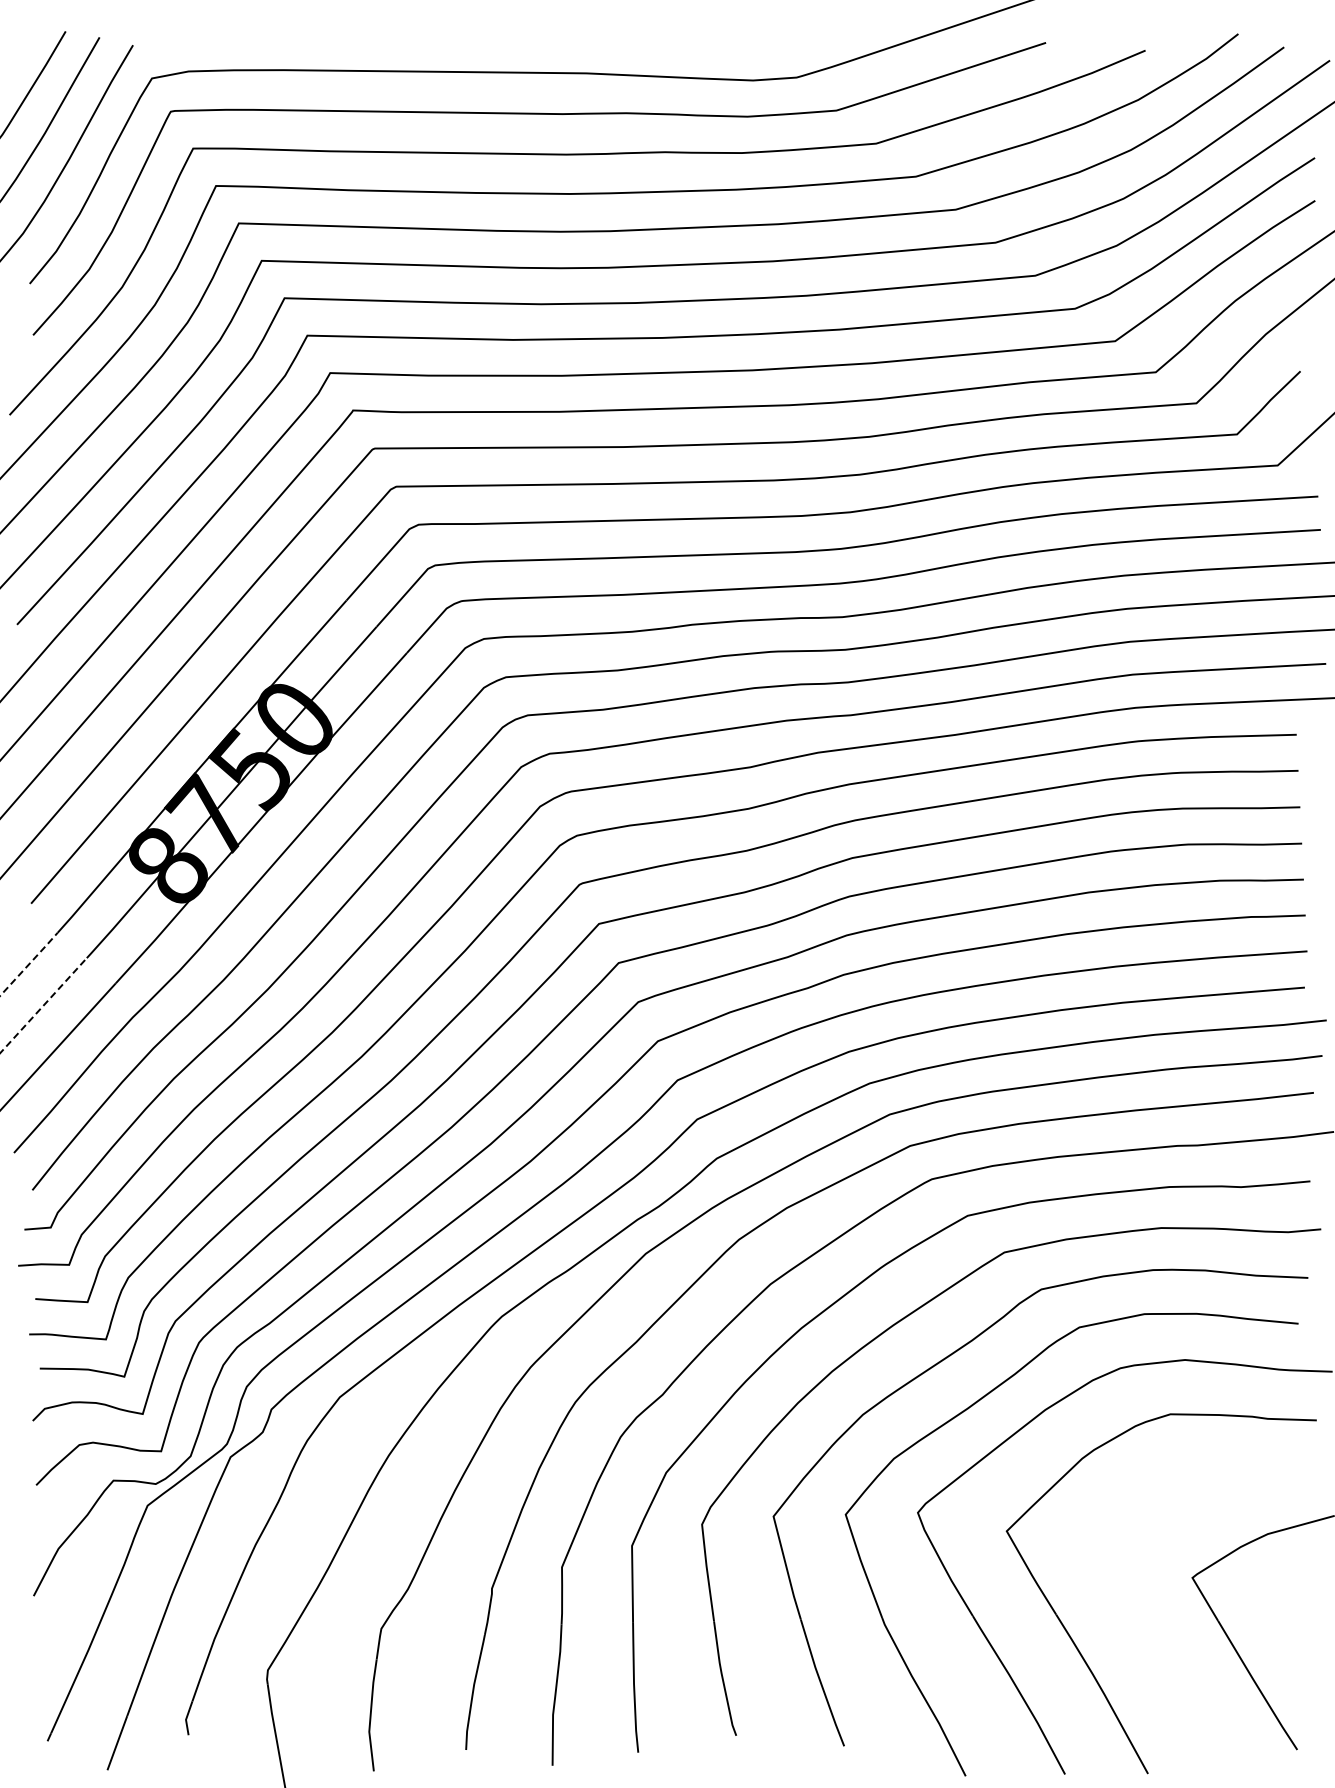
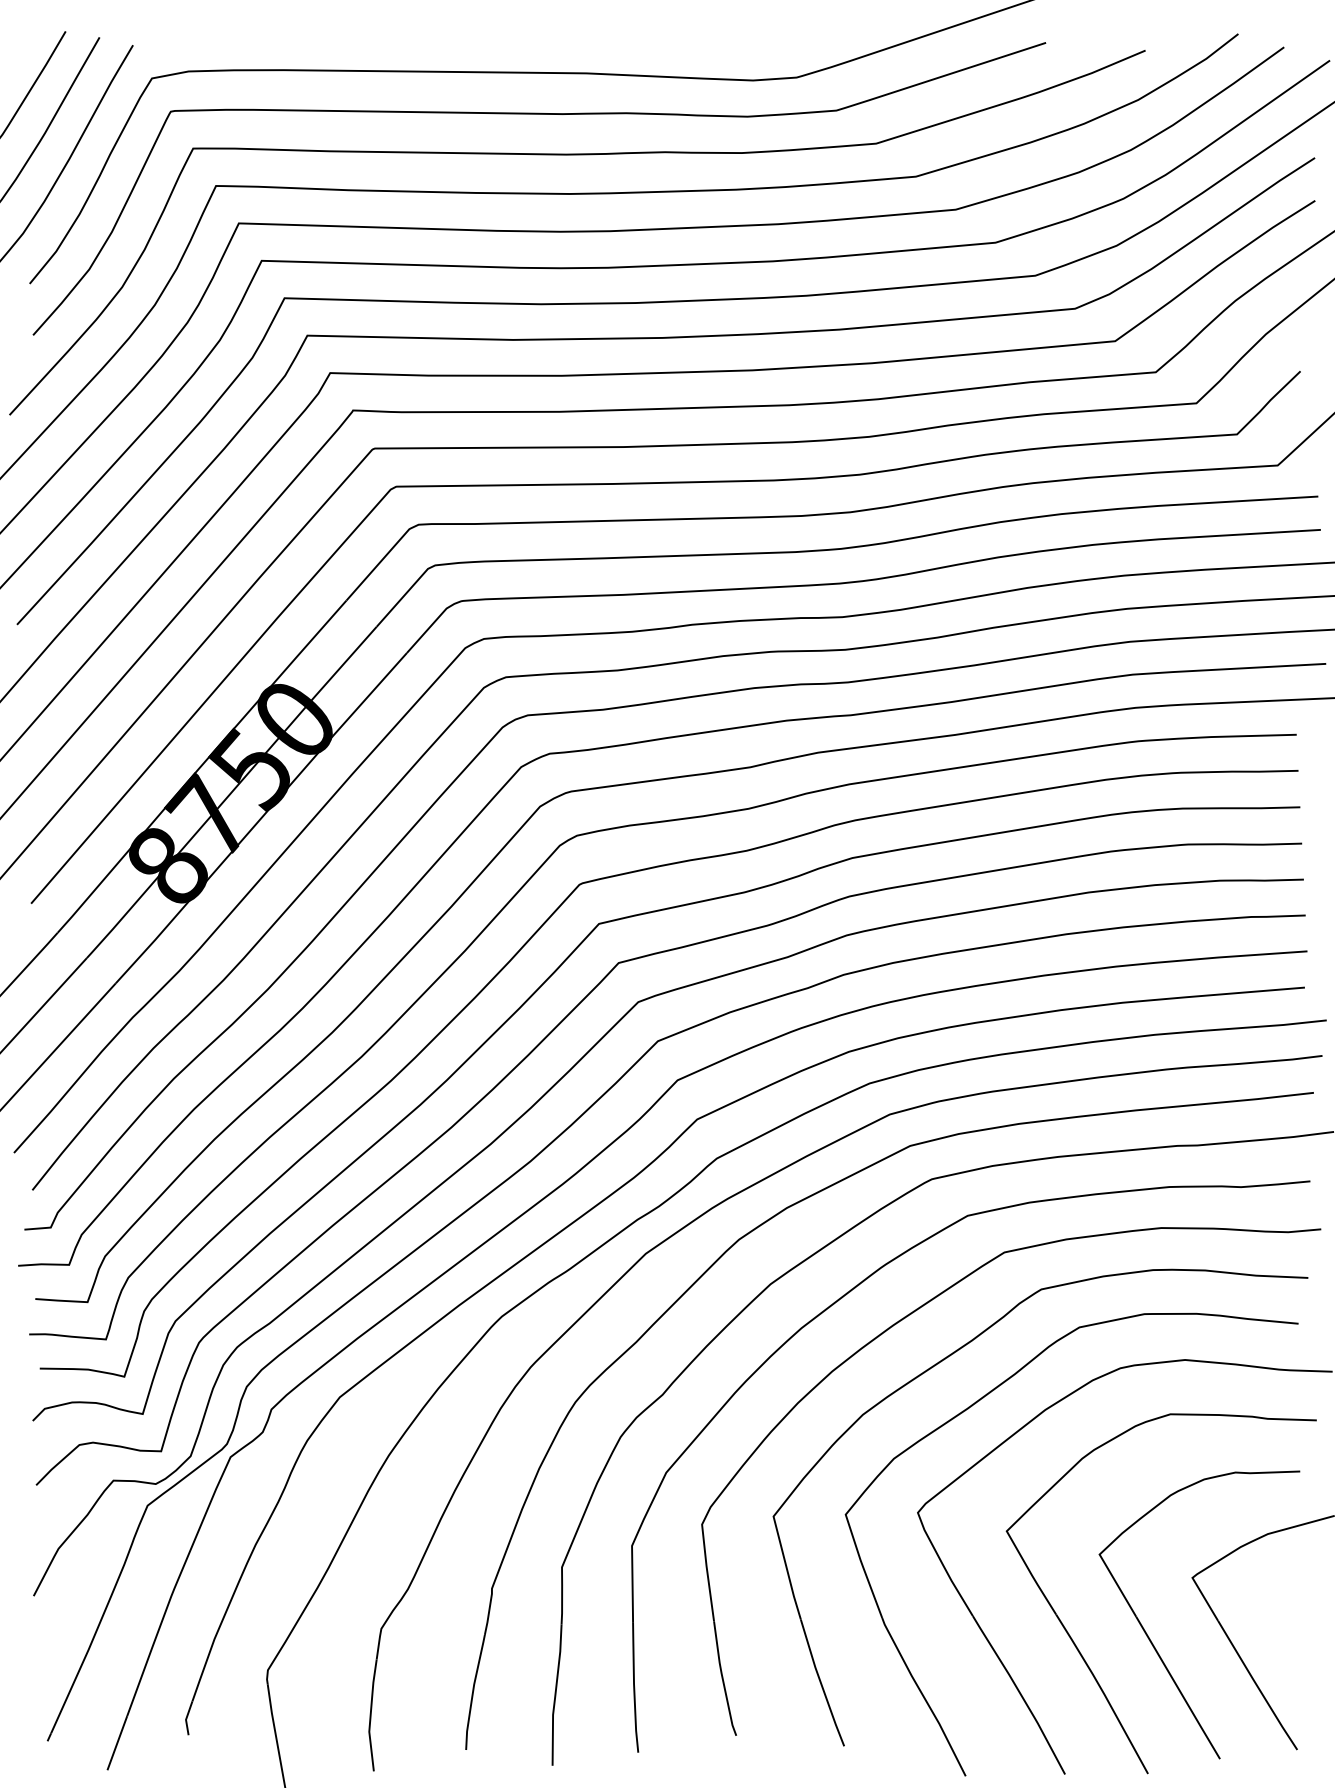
line at (30, 963): dashed -> solid
line at (43, 1005): dashed -> solid
part at (1150, 1638): none -> present
